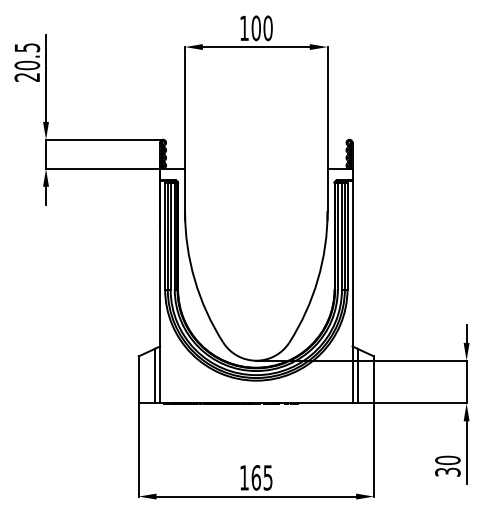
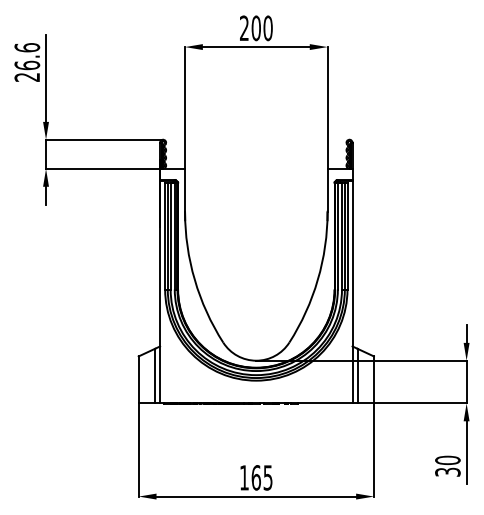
text at (244, 27): 100 -> 200
text at (27, 56): 20.5 -> 26.6
